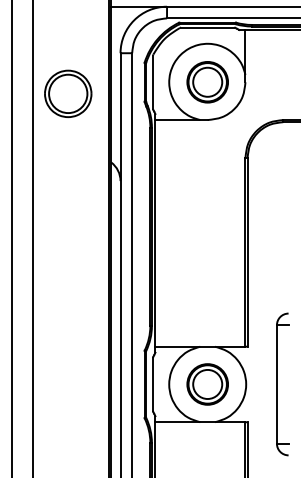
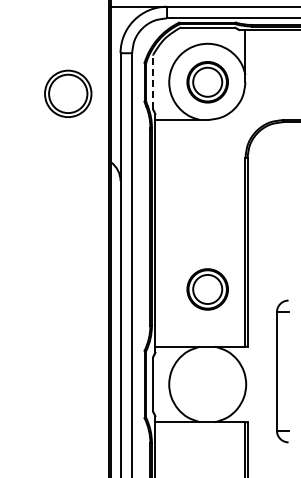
line at (153, 82): solid -> dashed
line at (12, 238): present -> none
line at (32, 238): present -> none
part at (207, 384) position: (207, 384) -> (207, 289)
part at (282, 384) position: (282, 384) -> (282, 371)
